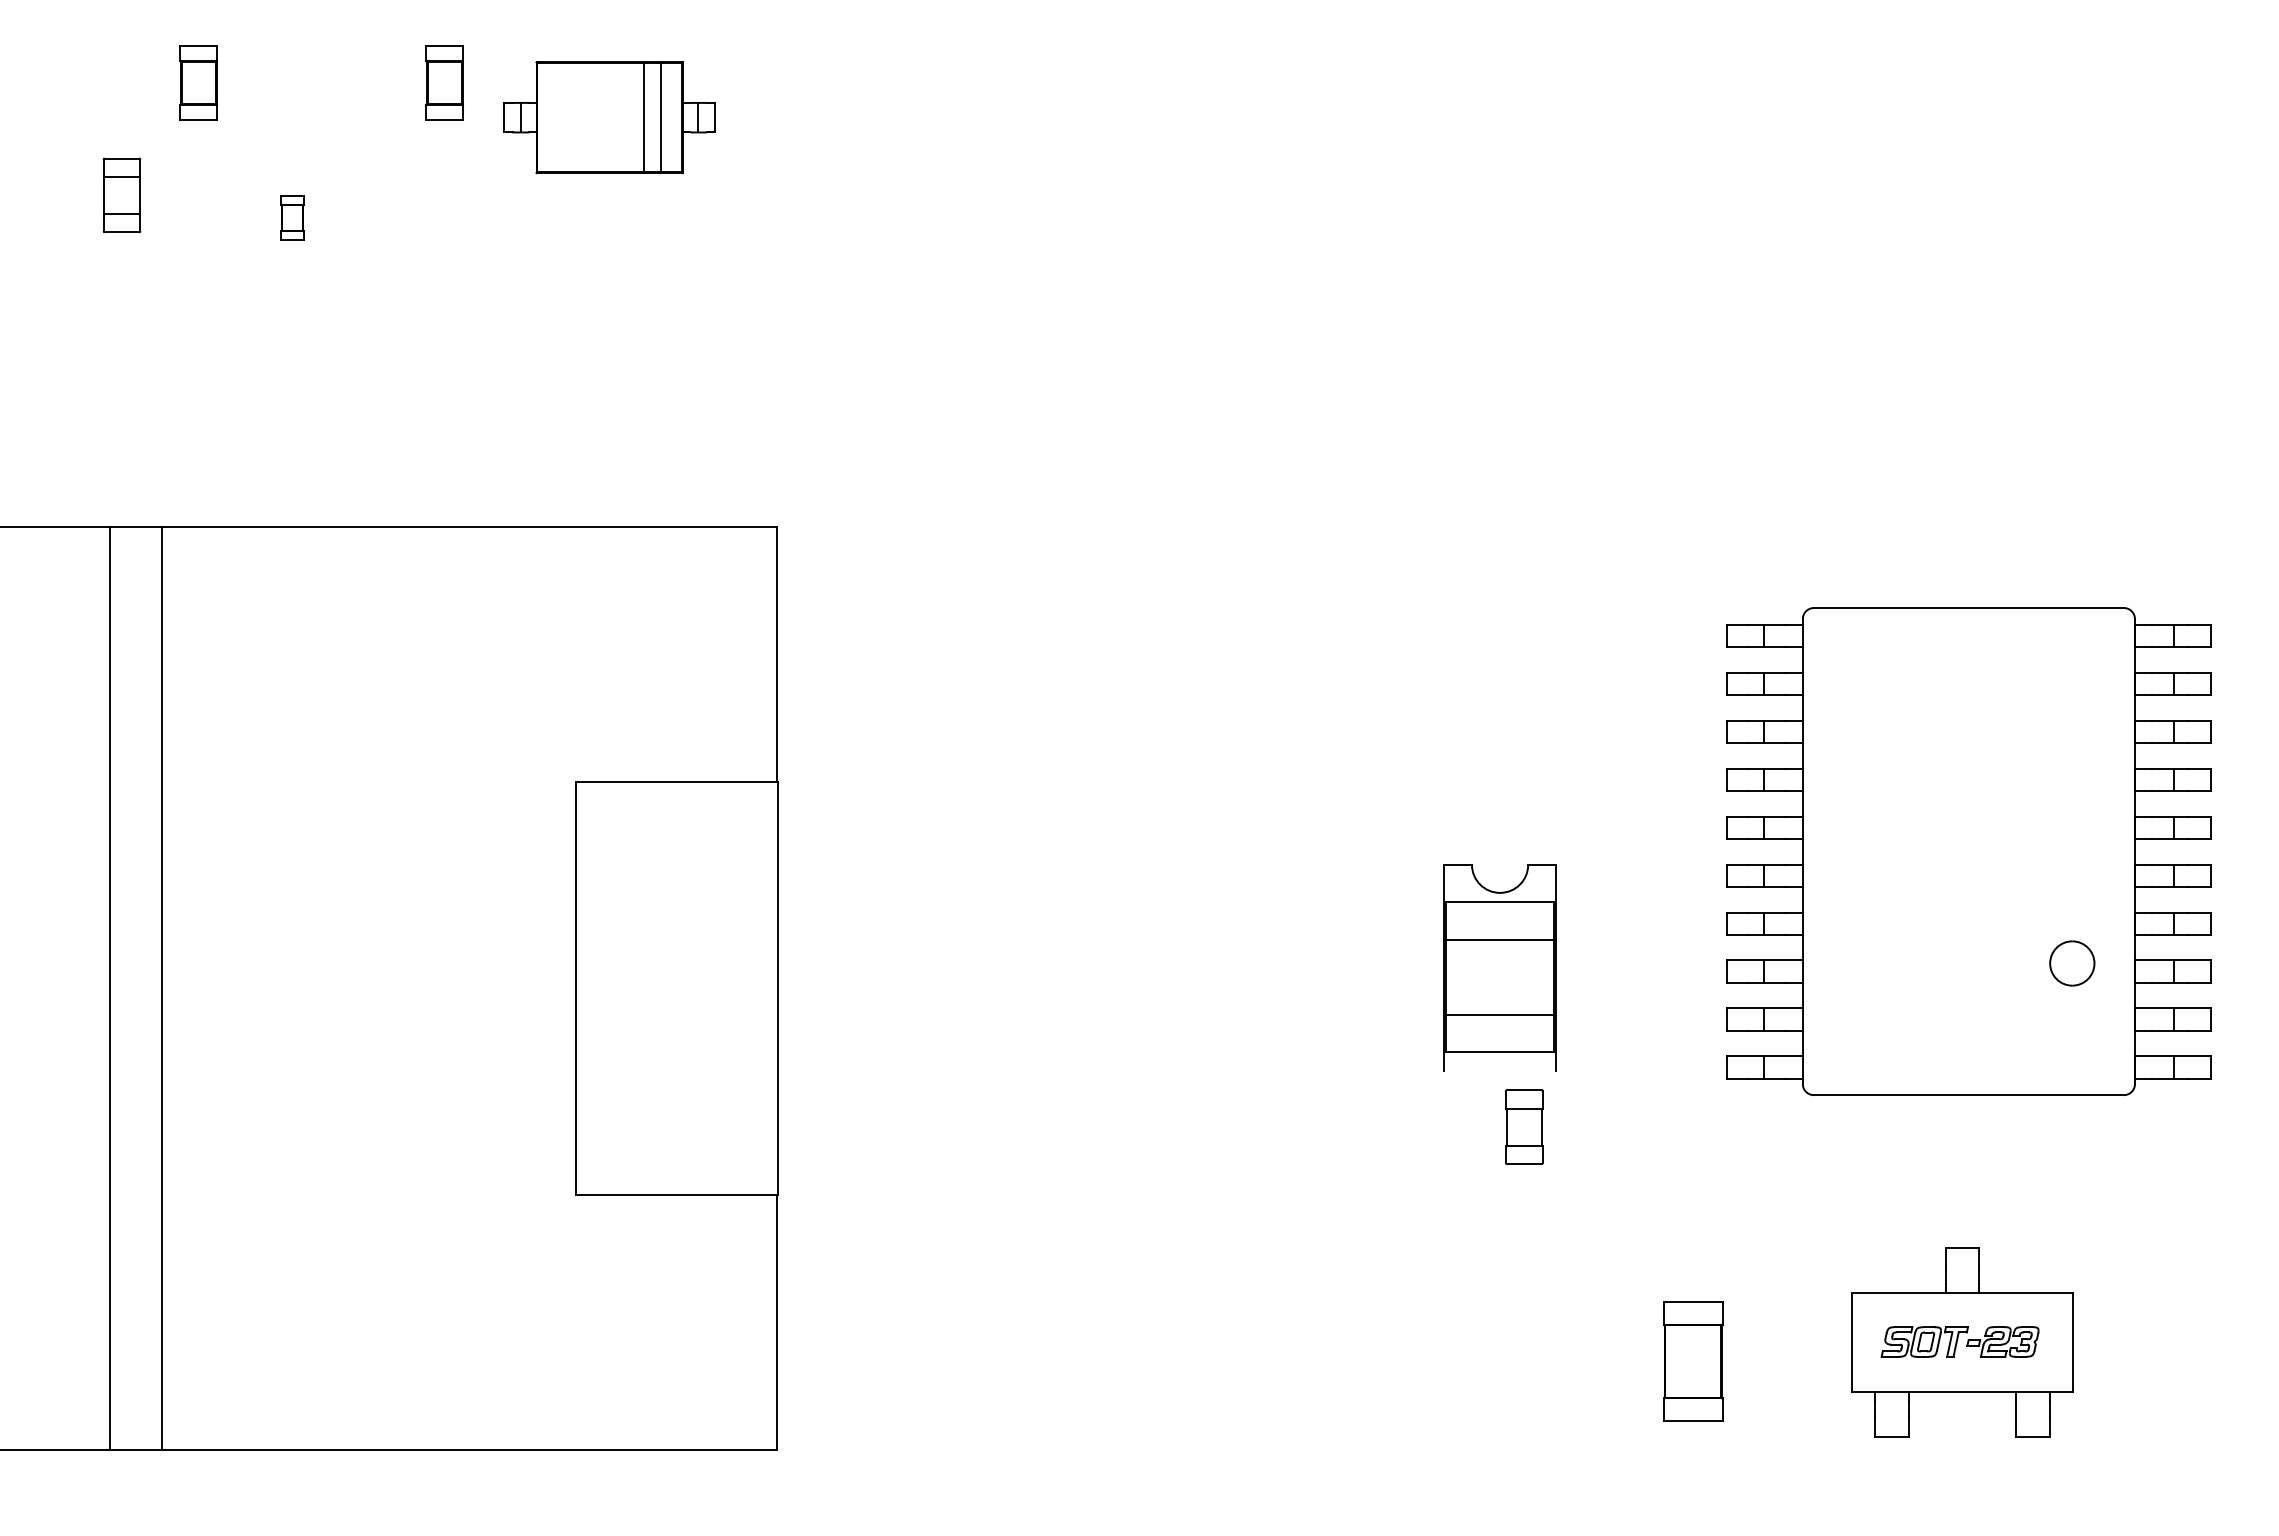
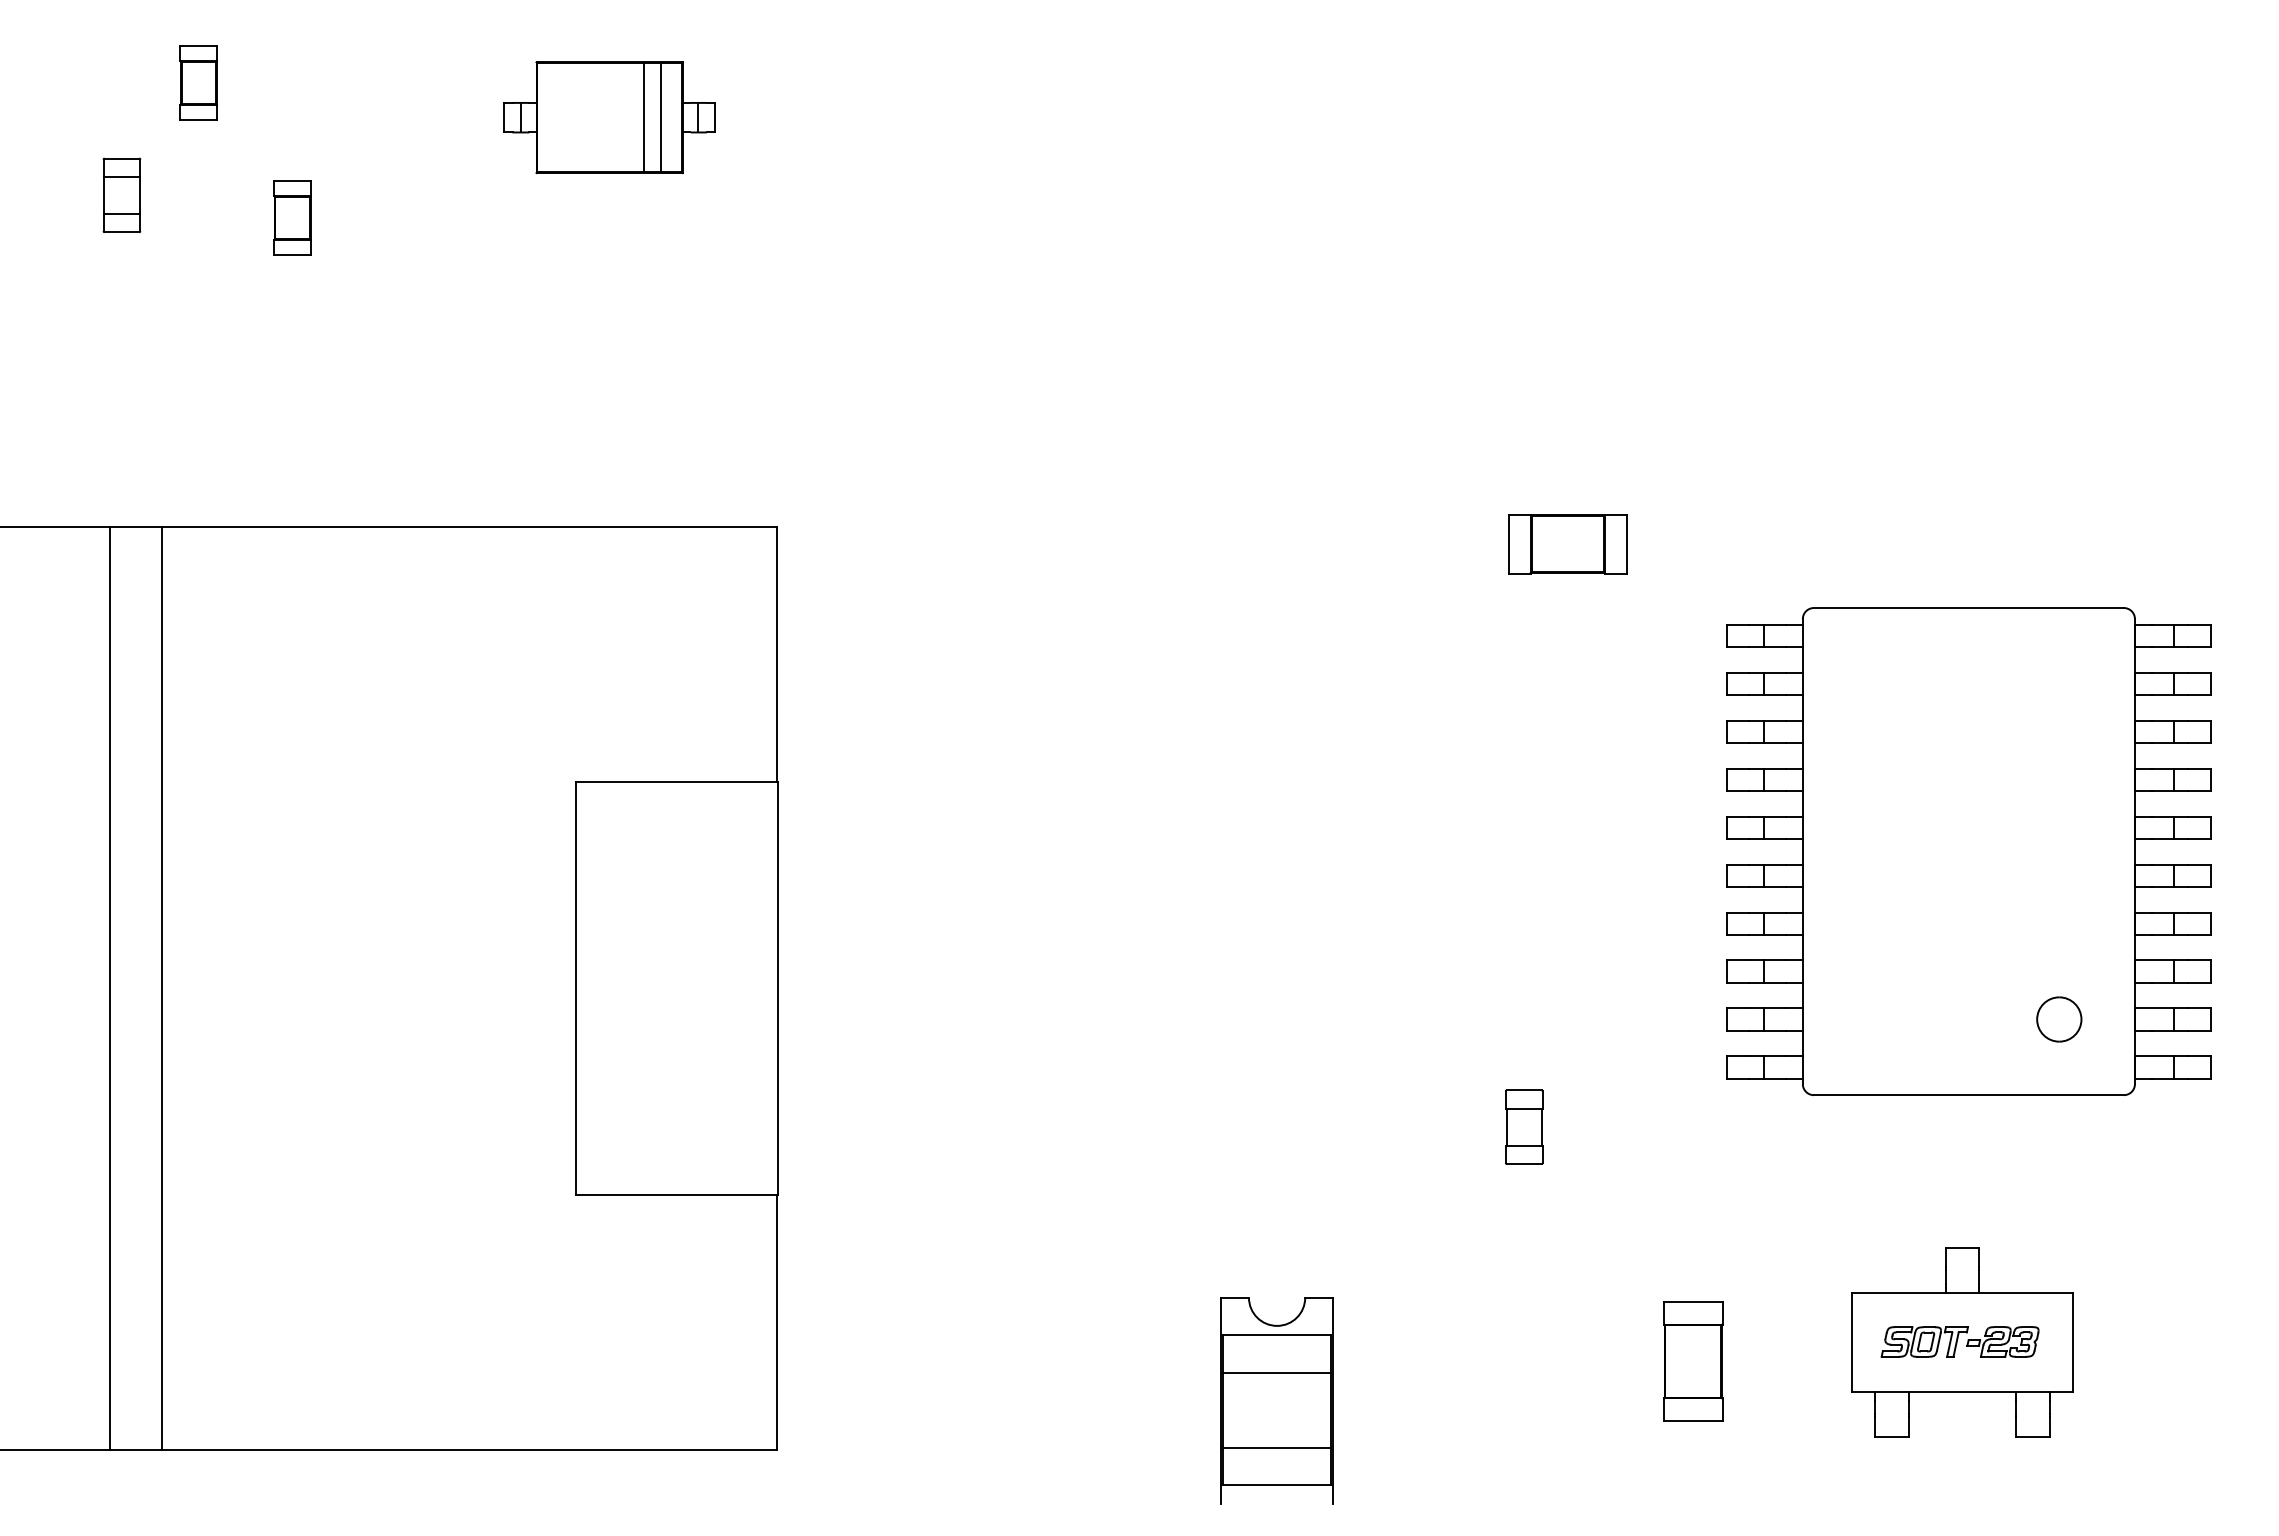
part at (444, 82): present -> none
part at (292, 217) size: 25x46 px -> 39x76 px
part at (1567, 544): none -> present
part at (2072, 963) position: (2072, 963) -> (2059, 1019)
part at (1499, 967) position: (1499, 967) -> (1276, 1400)
